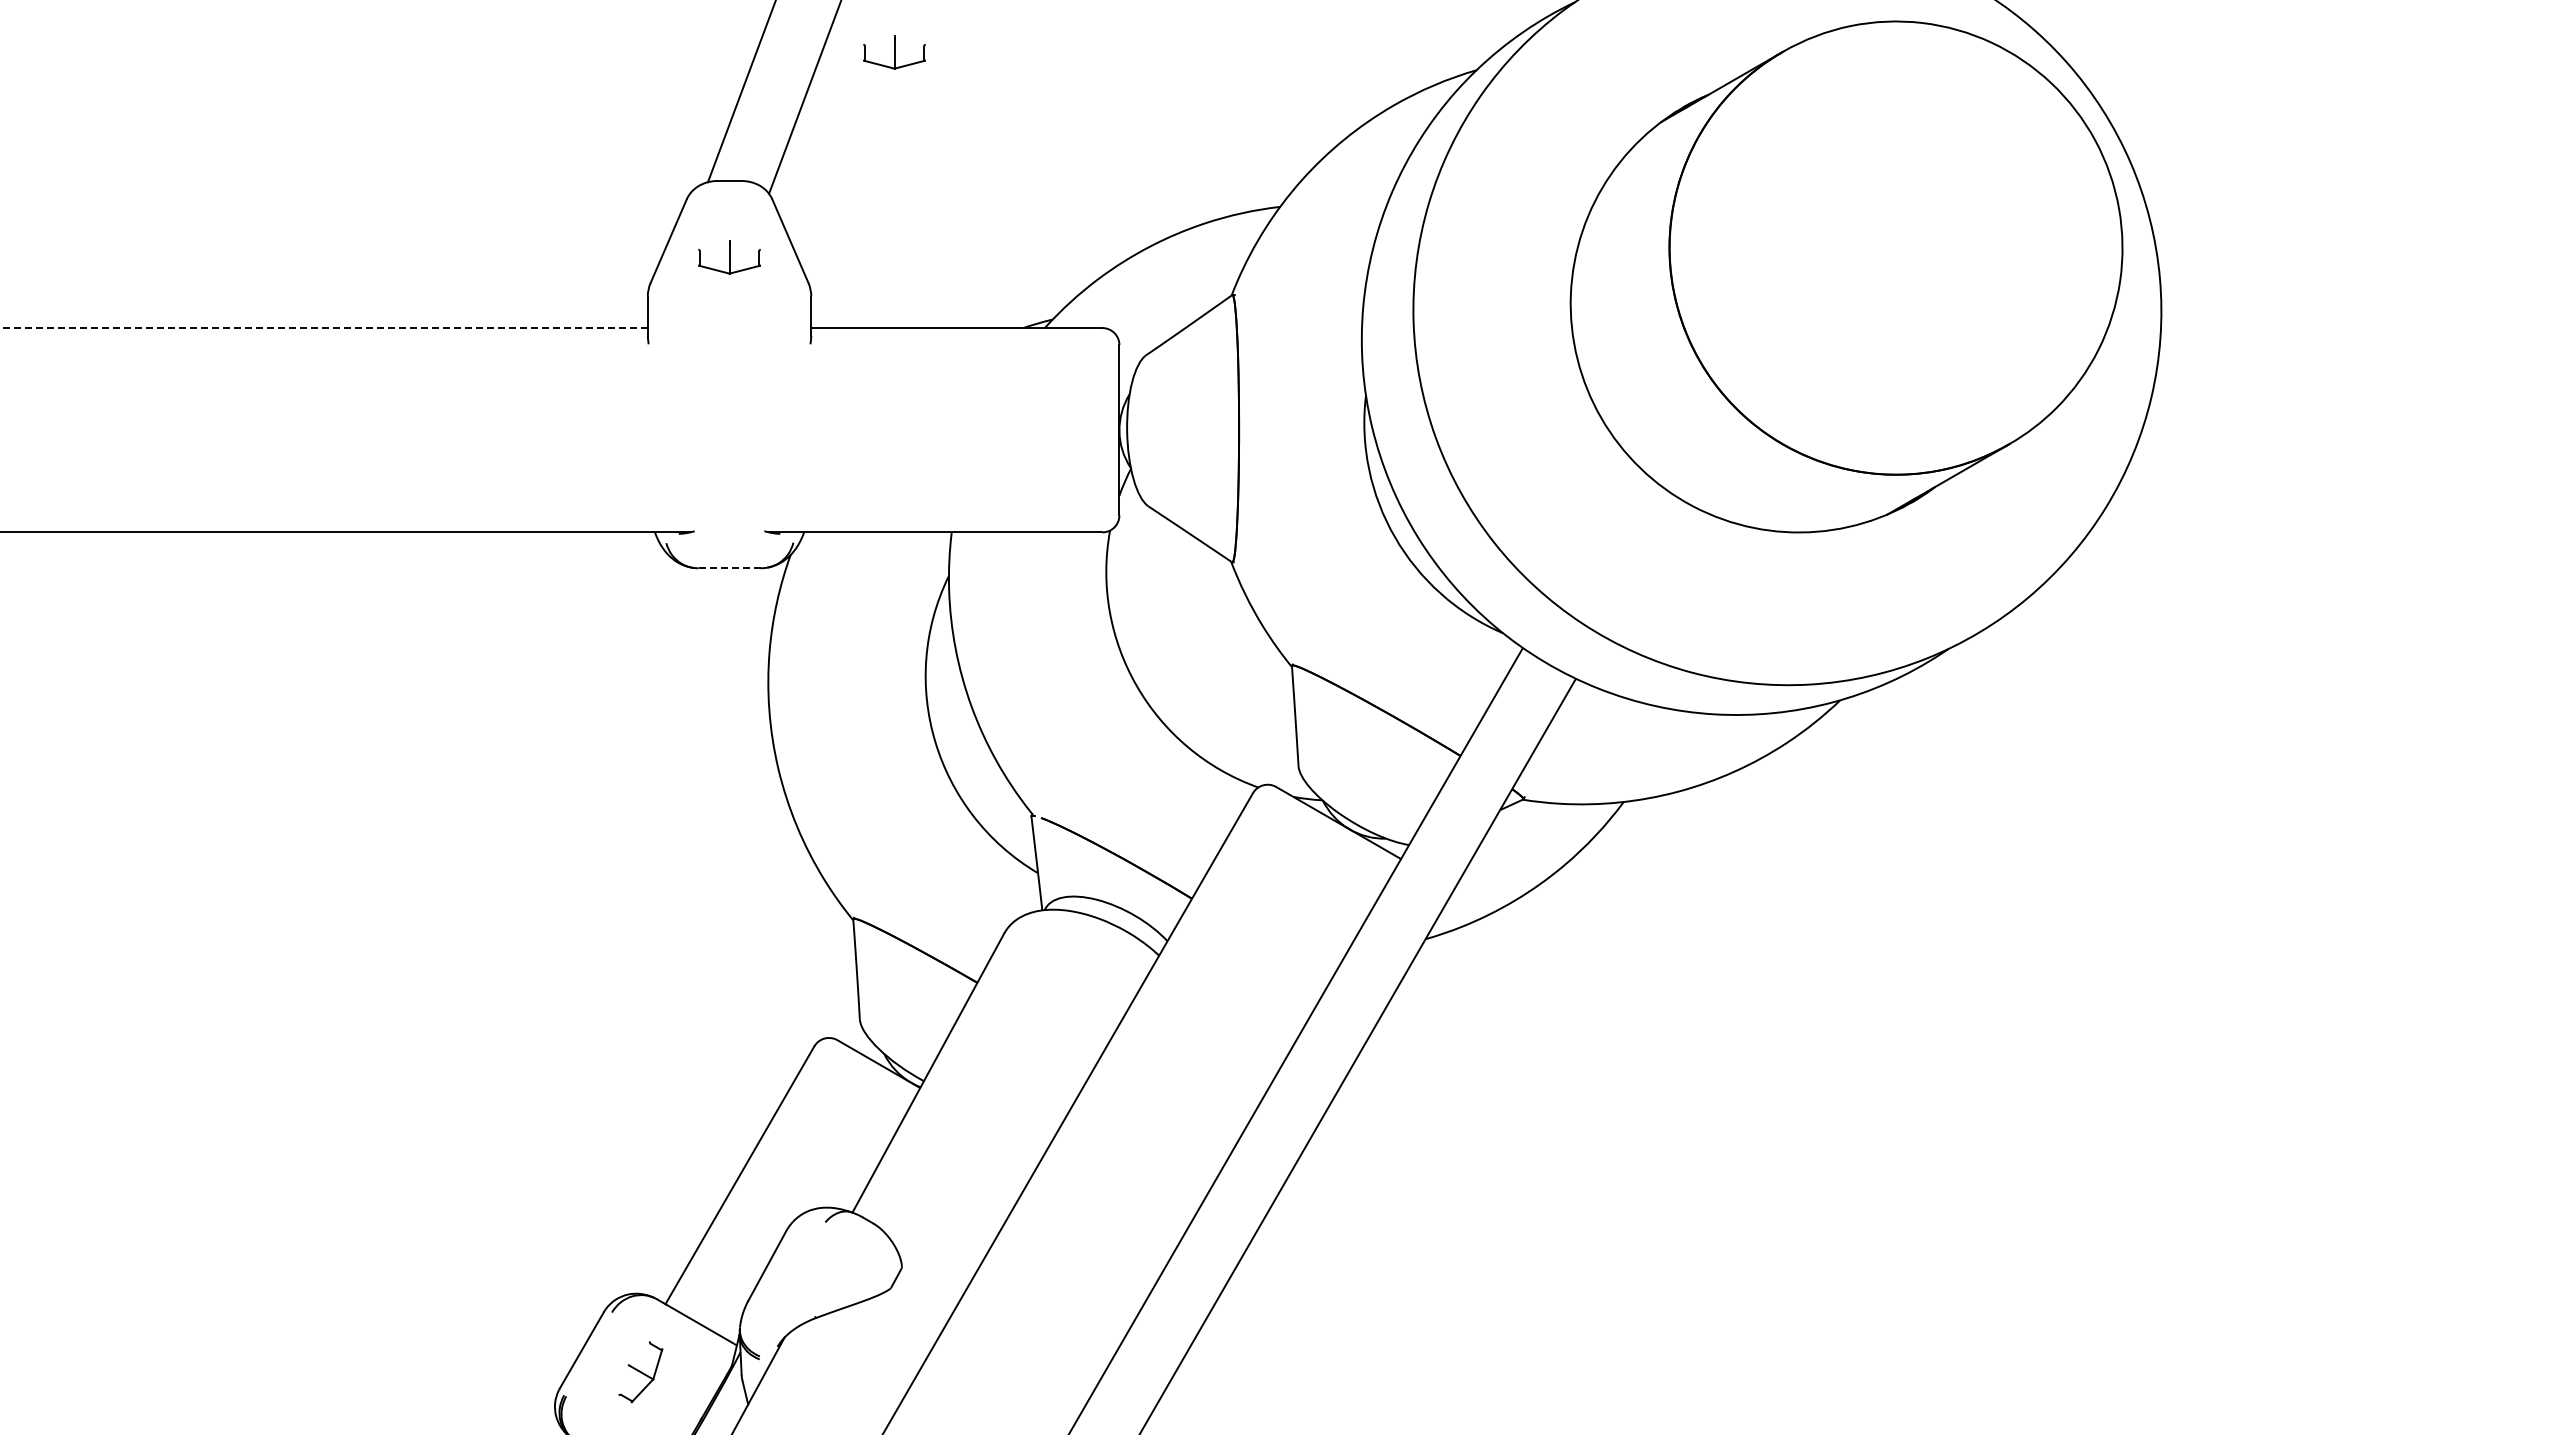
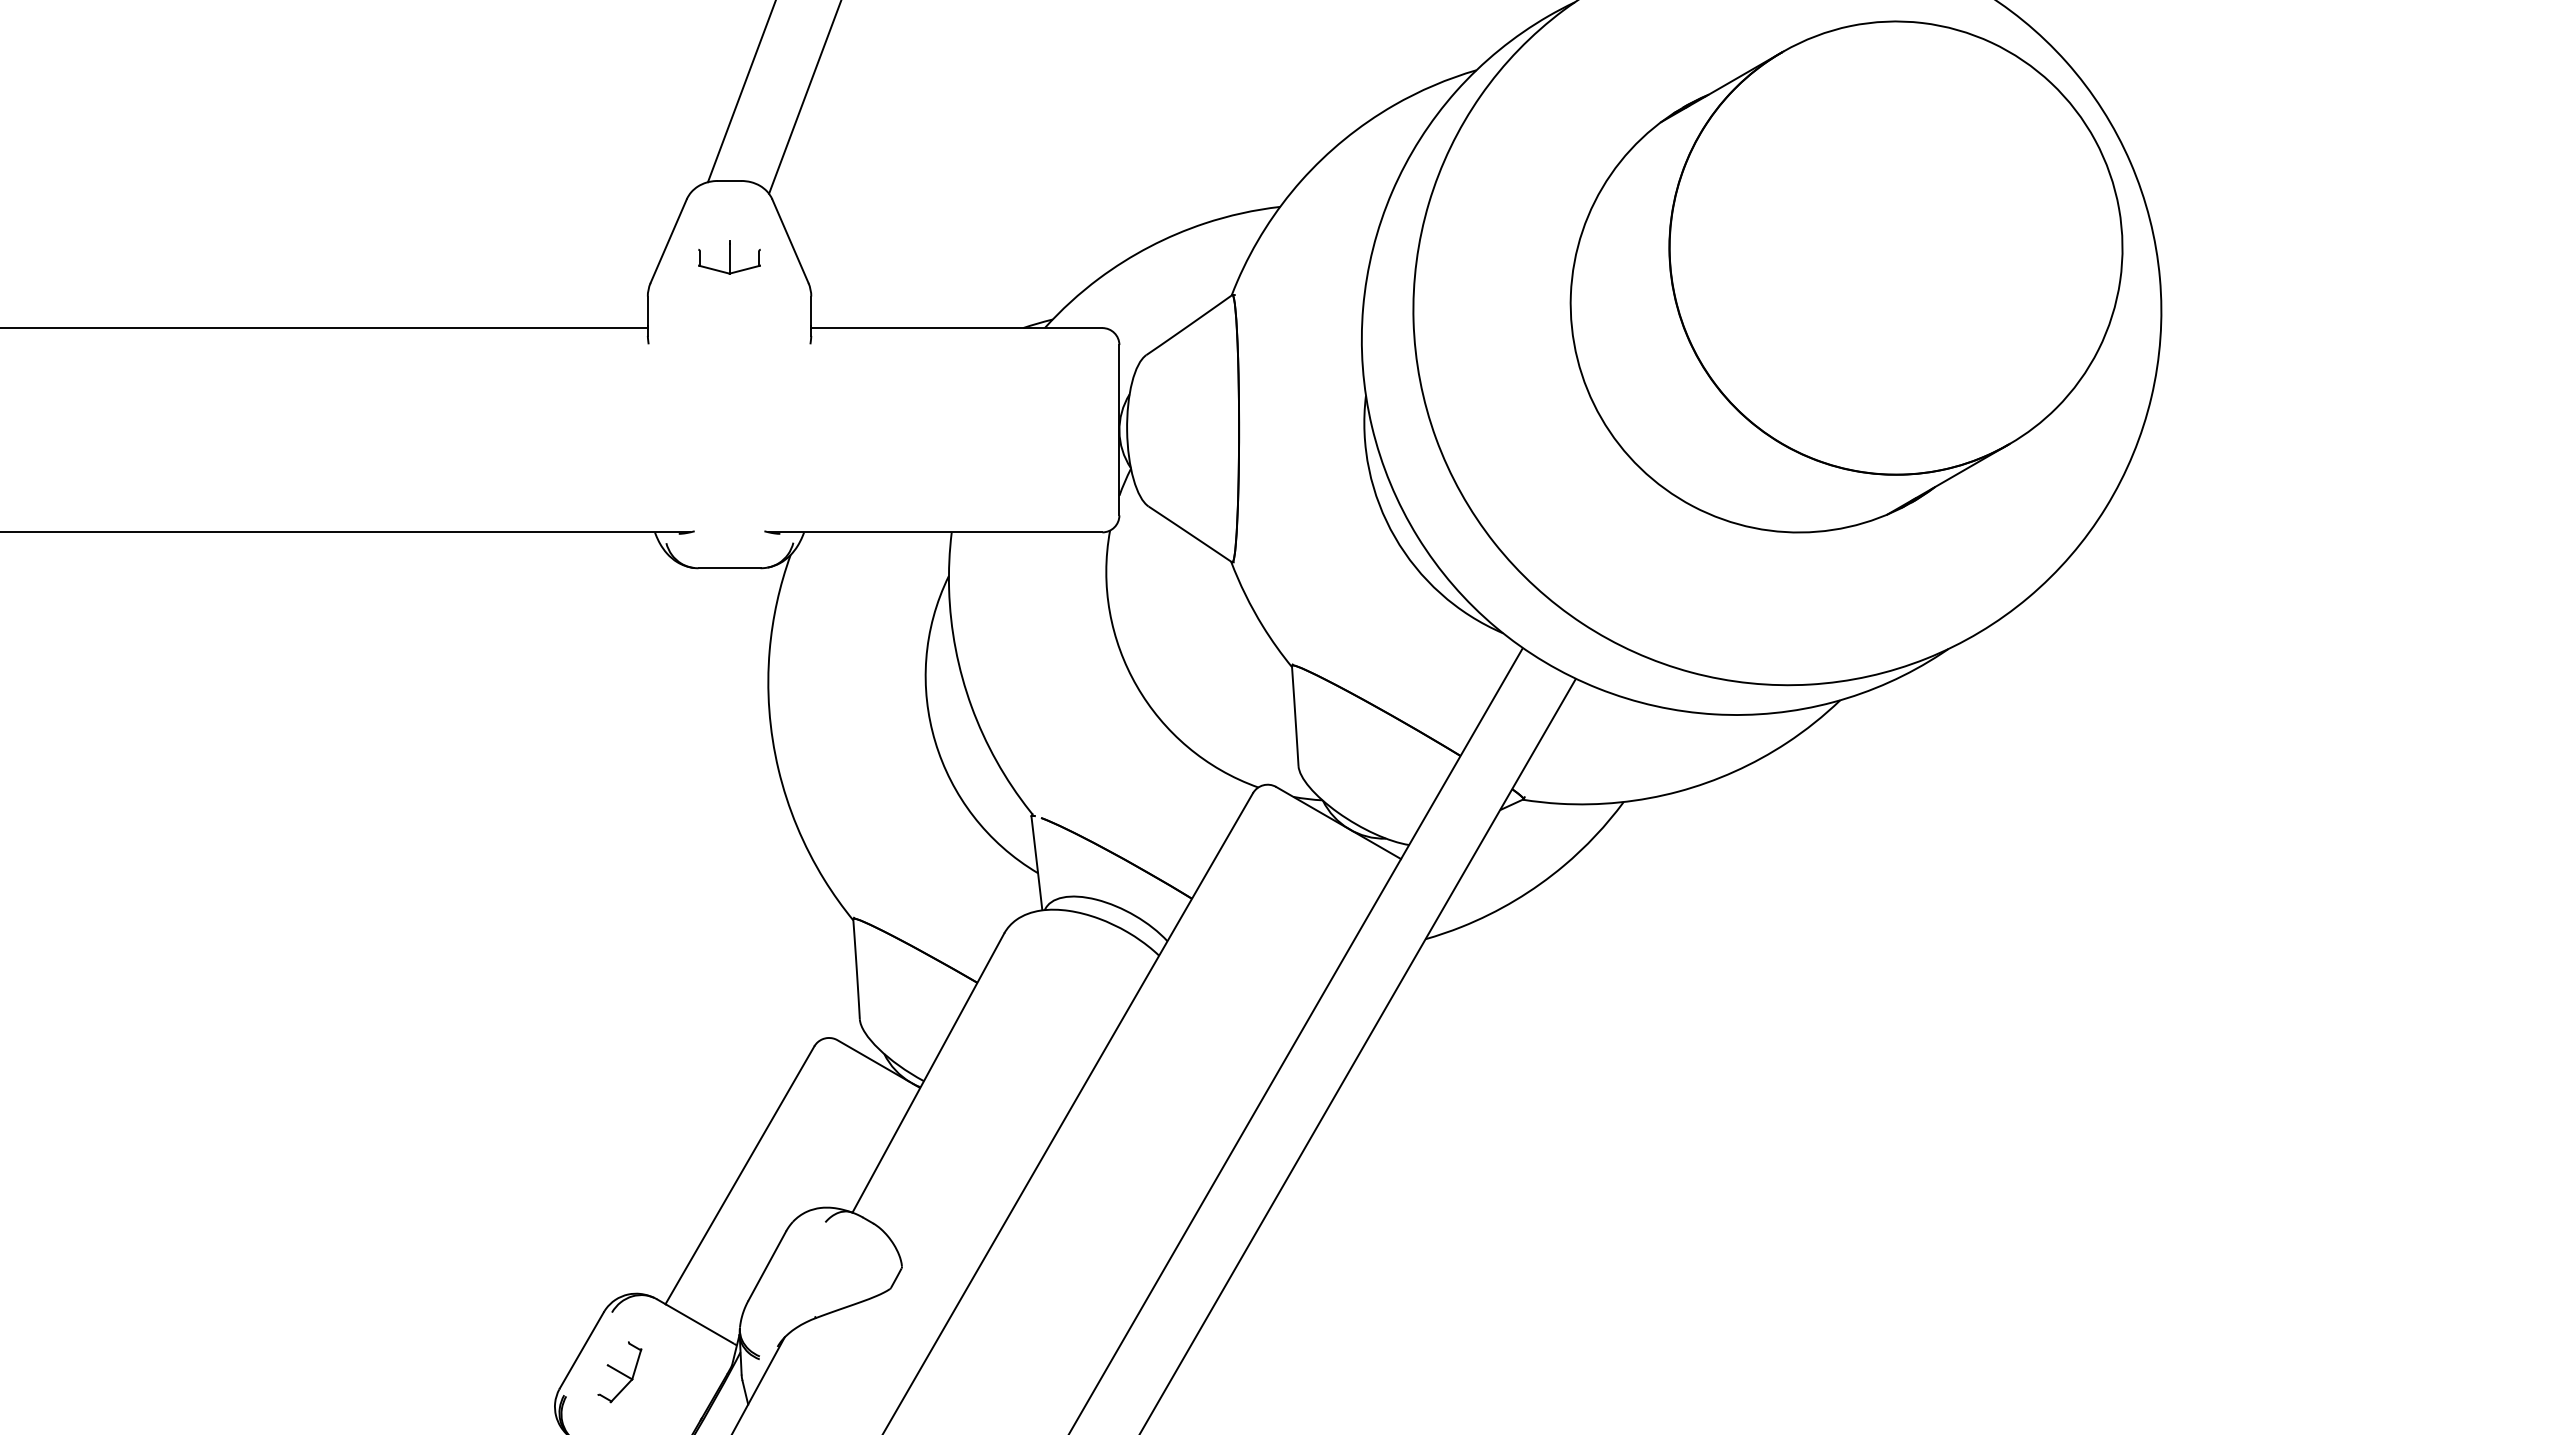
part at (894, 52): present -> none
line at (323, 328): dashed -> solid
line at (729, 568): dashed -> solid
part at (640, 1372) position: (640, 1372) -> (619, 1372)
